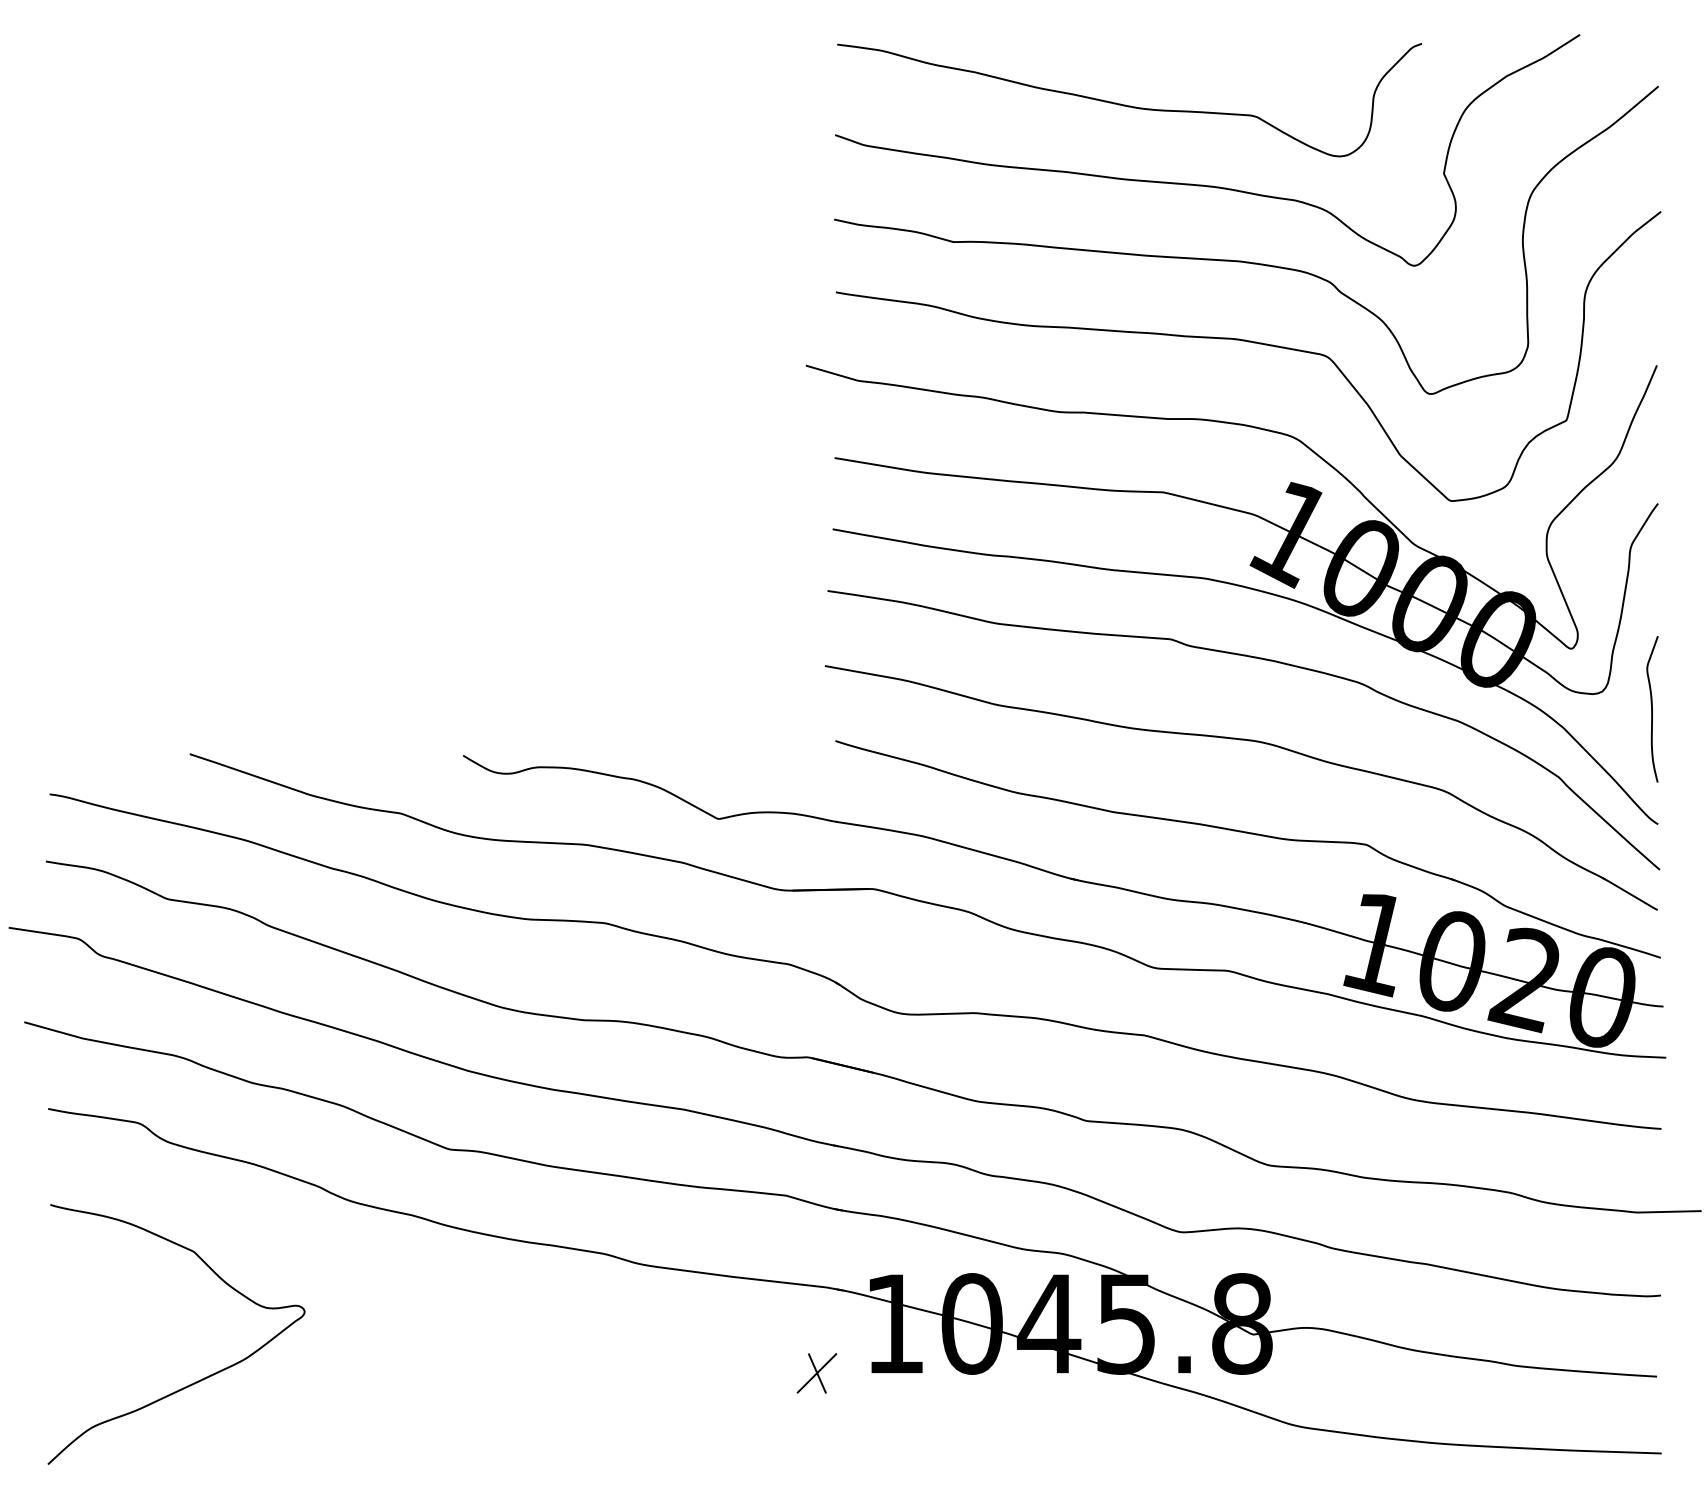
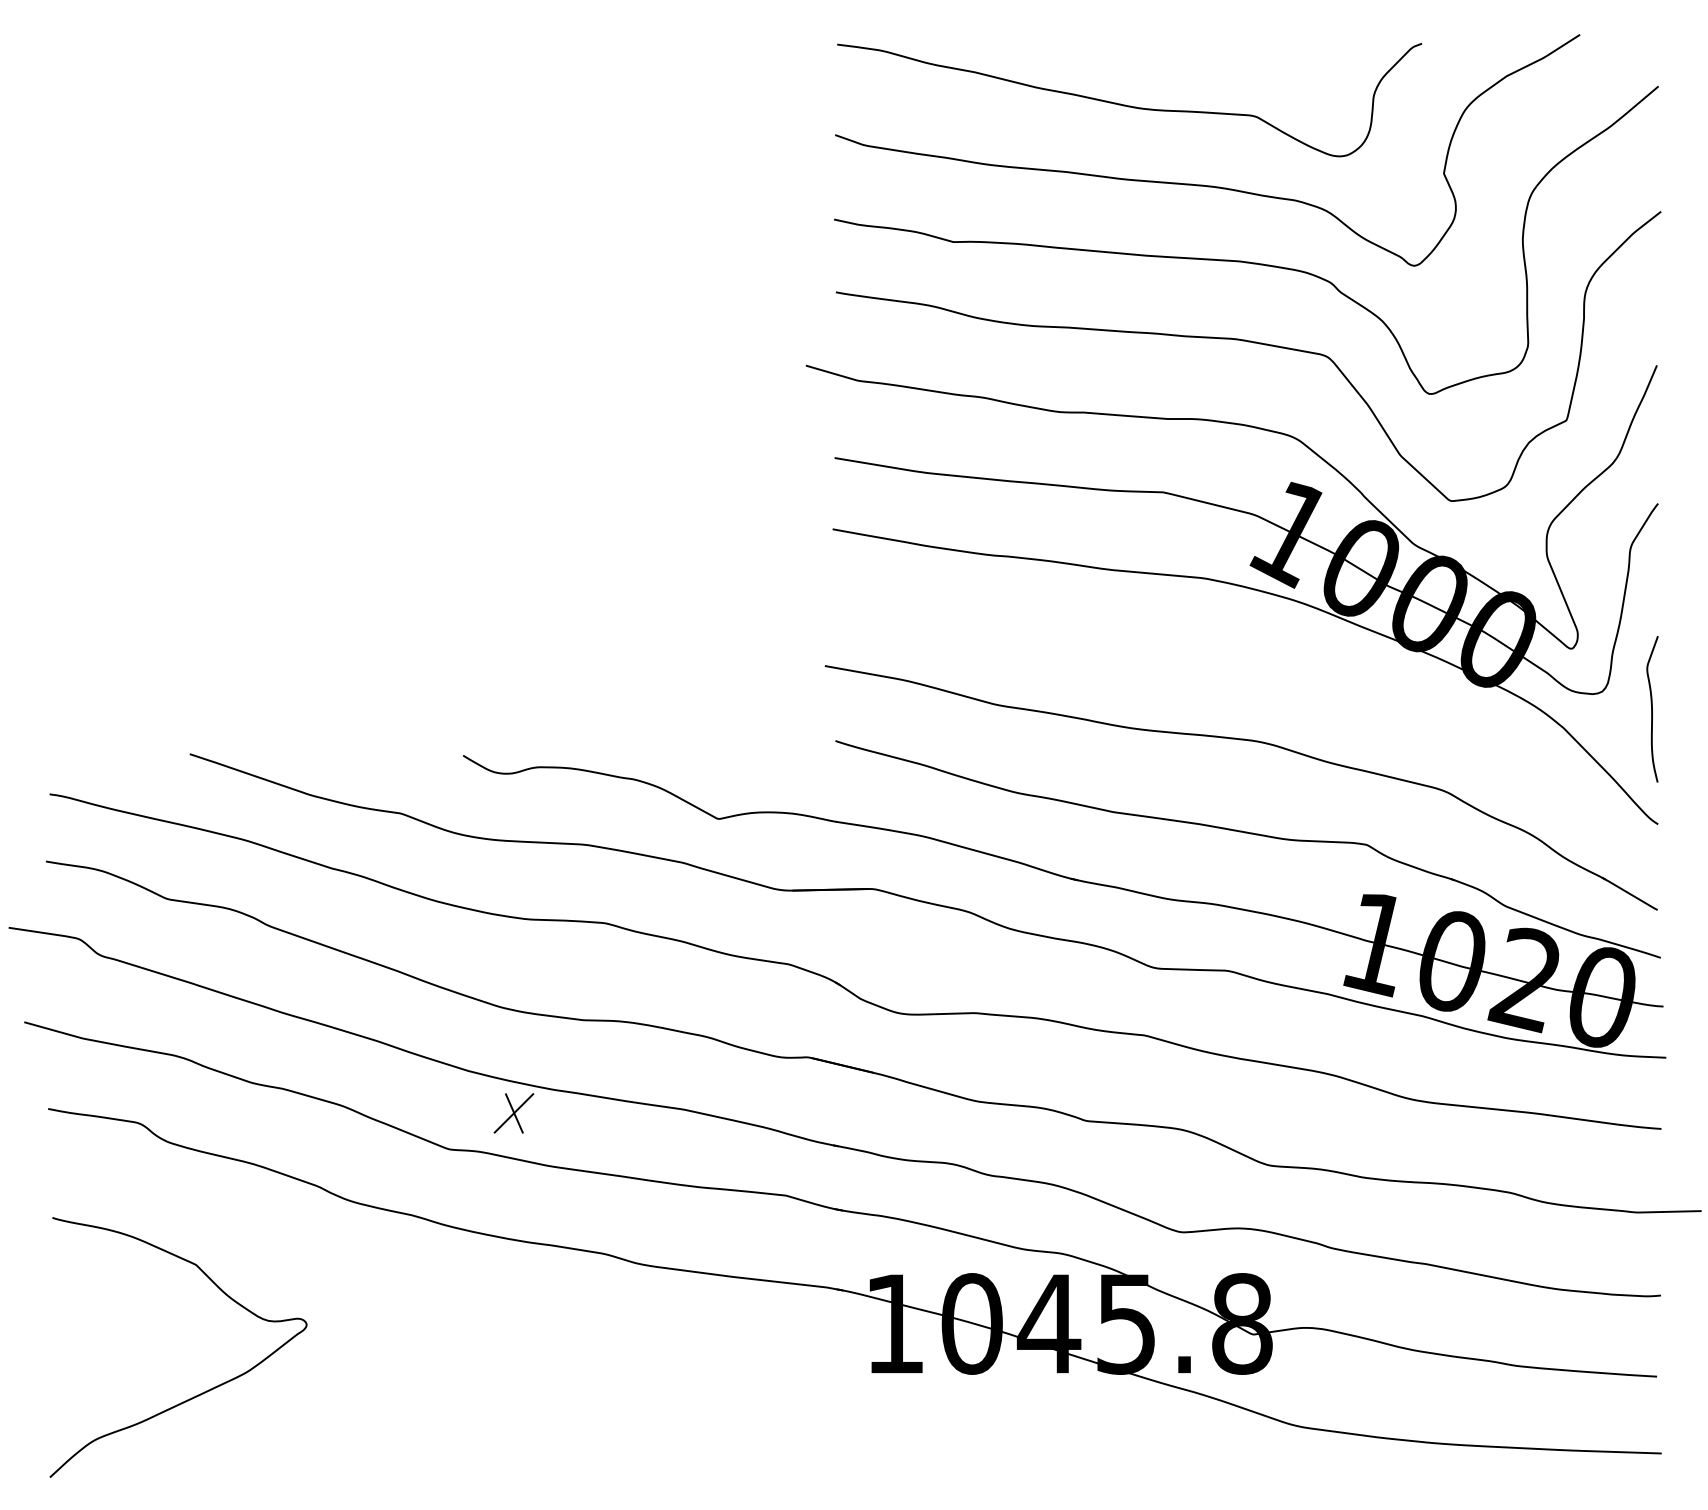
curve at (1259, 659): present -> none
part at (816, 1373) position: (816, 1373) -> (513, 1113)
curve at (193, 1382) position: (193, 1382) -> (195, 1395)
